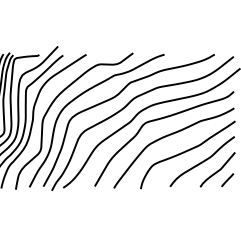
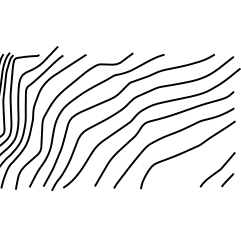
curve at (202, 161): present -> none
